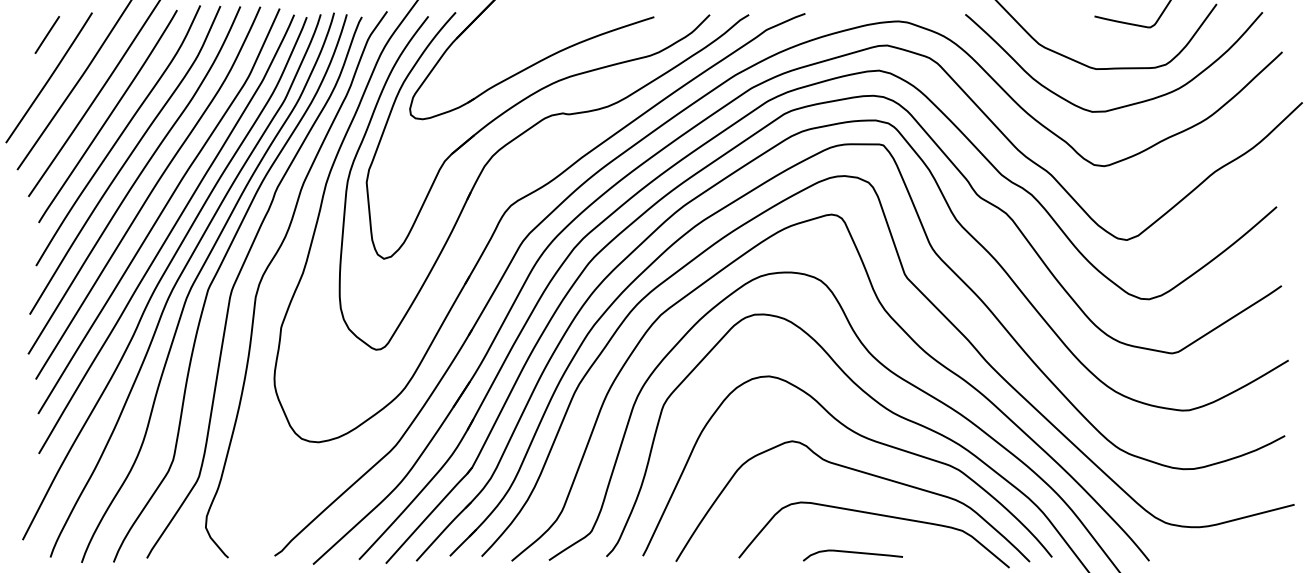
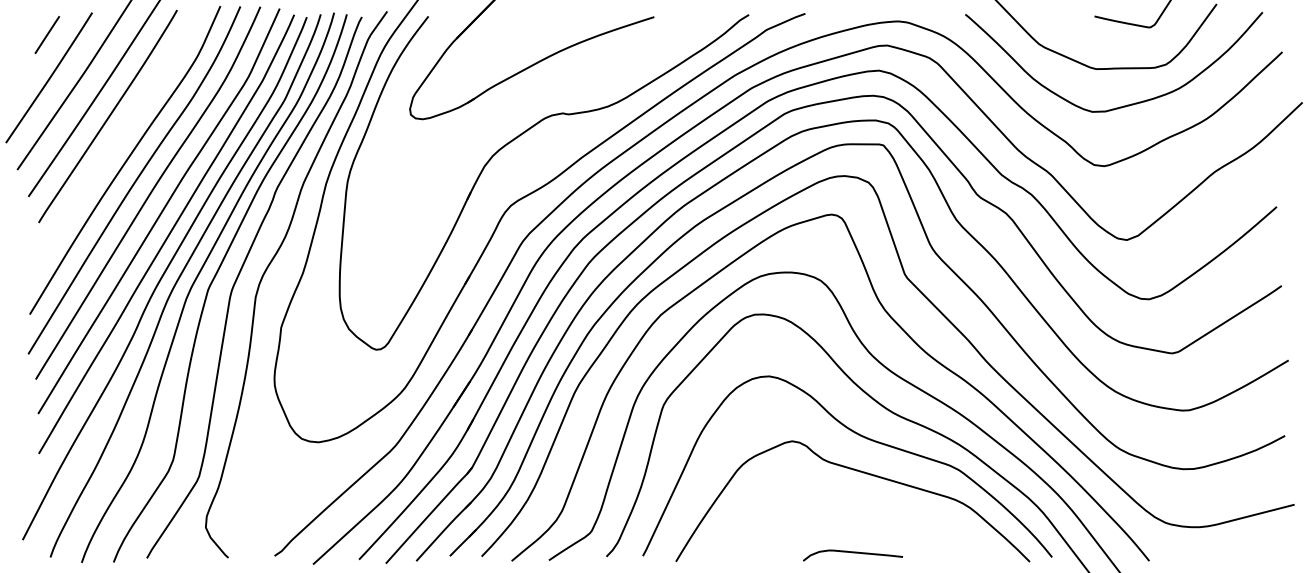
part at (518, 104): present -> none
curve at (118, 136): present -> none
curve at (876, 515): present -> none
